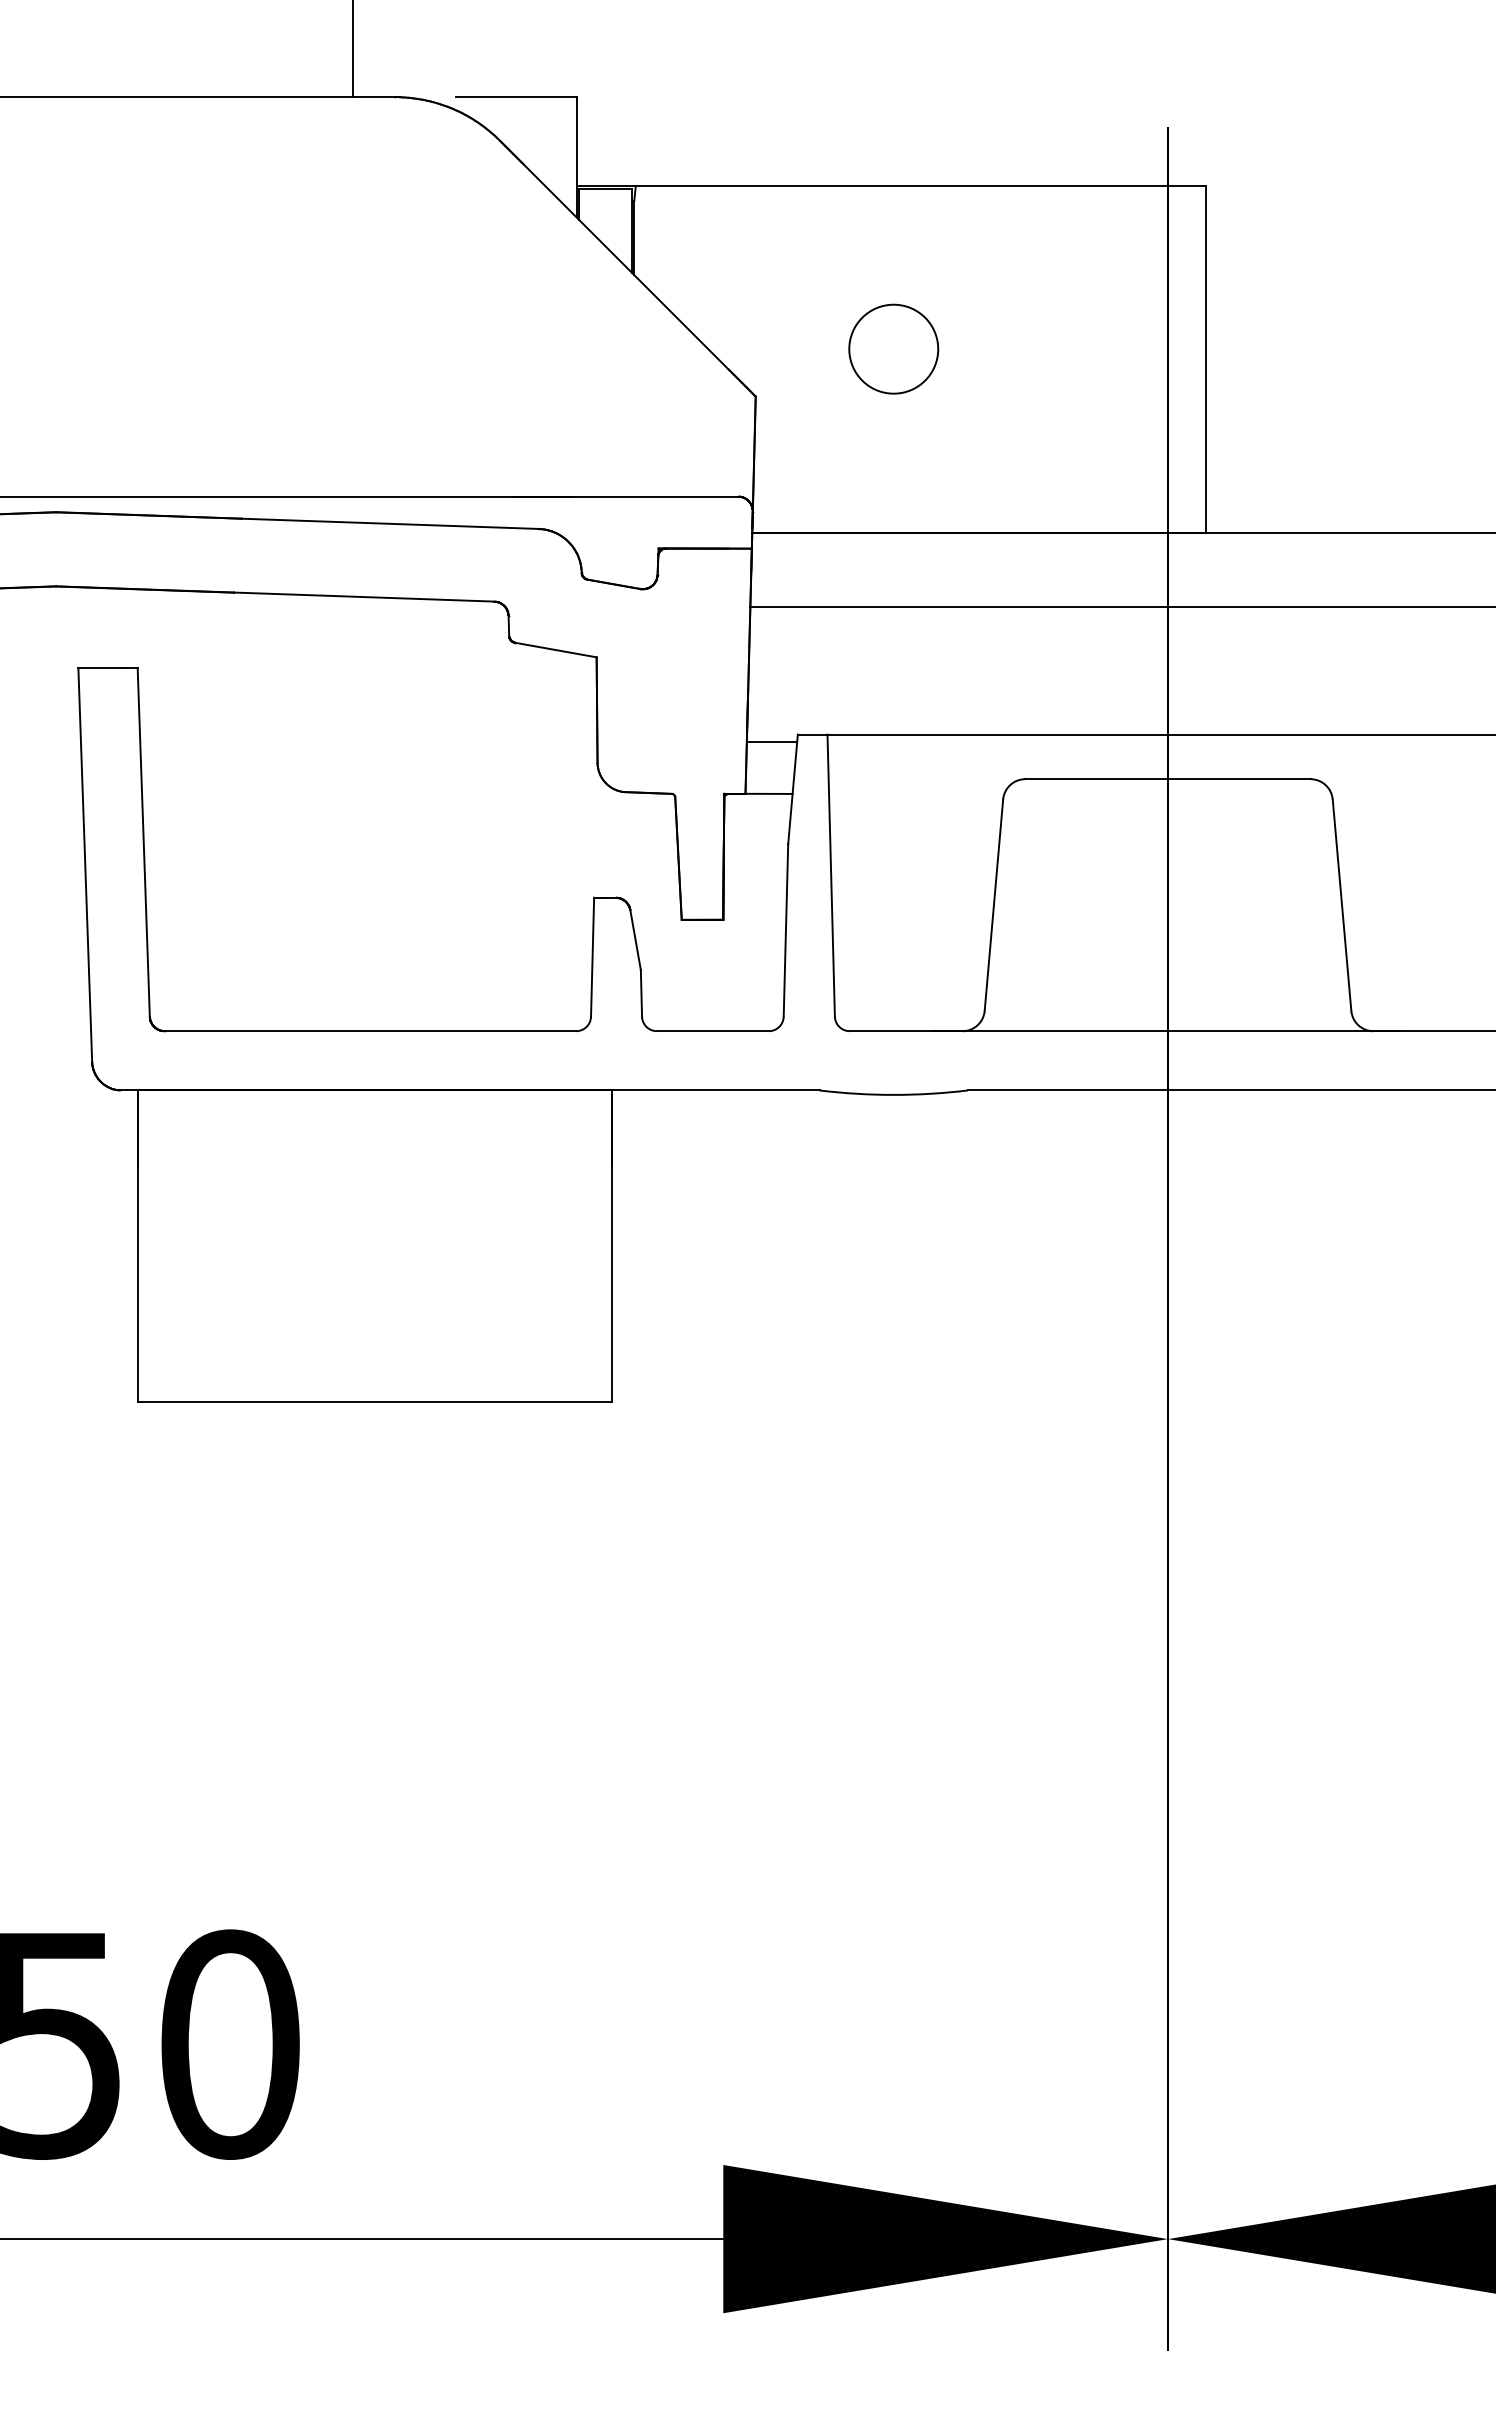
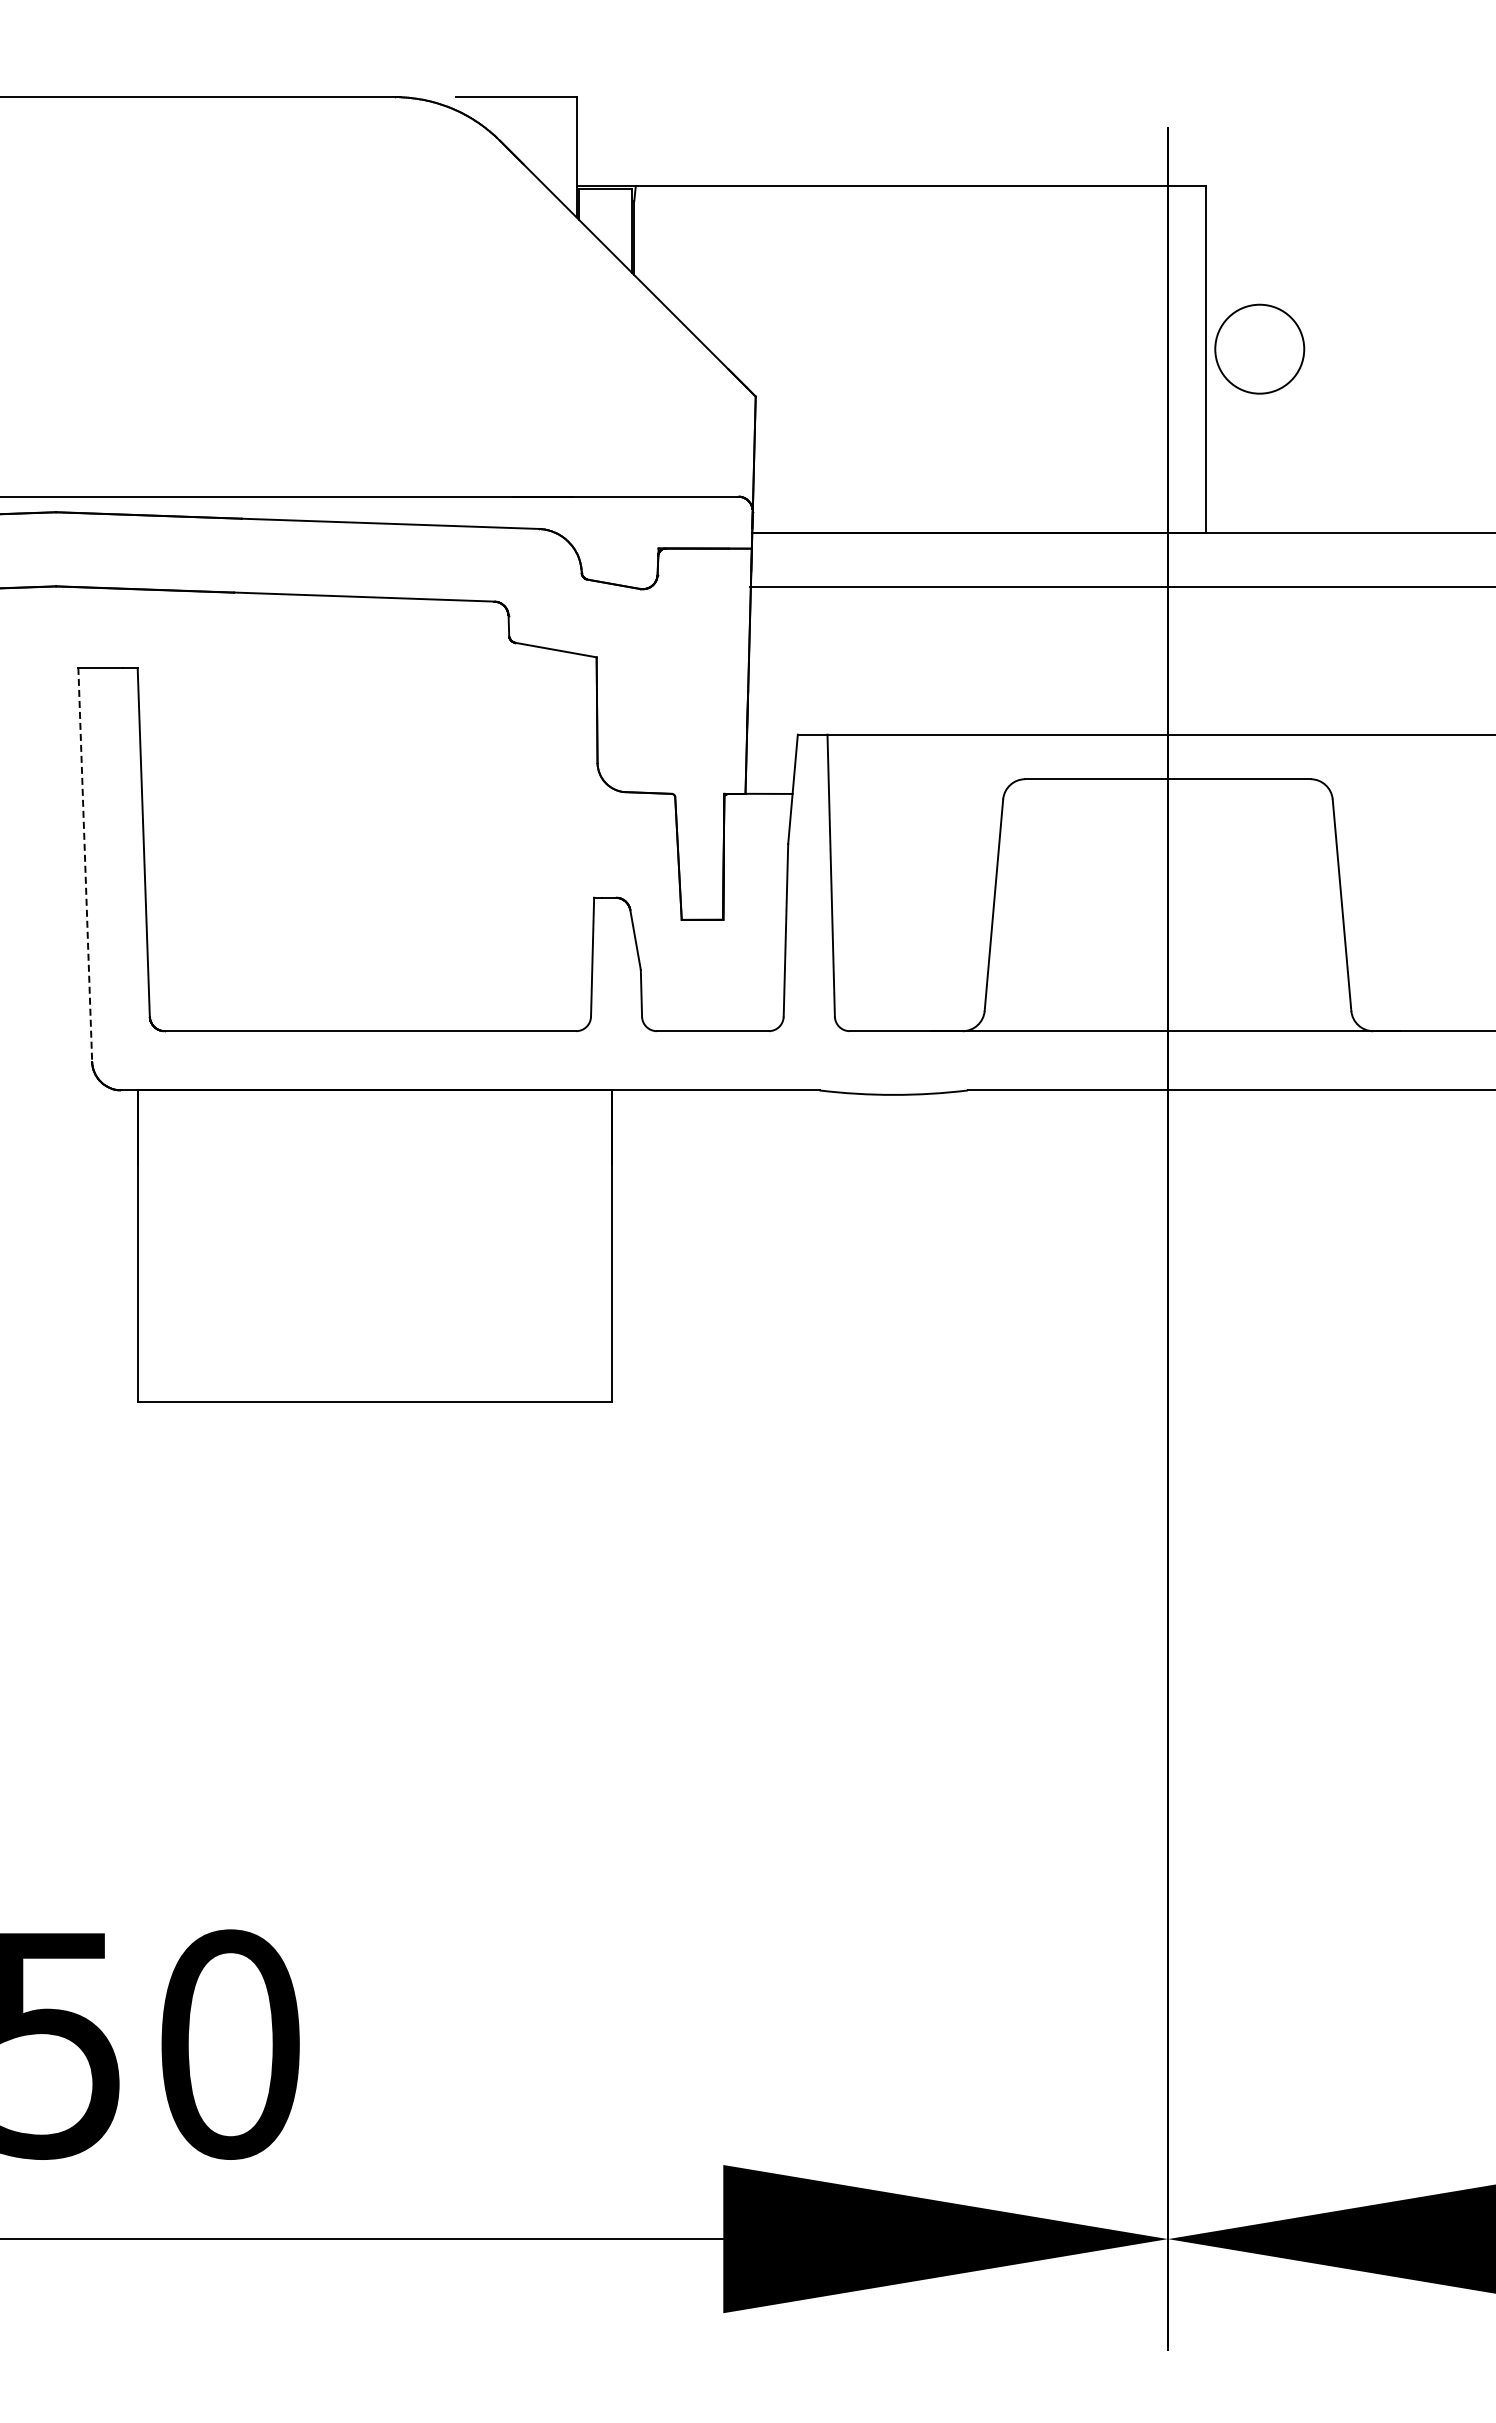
line at (352, 49): present -> none
circle at (893, 348) position: (893, 348) -> (1259, 348)
line at (1121, 606) position: (1121, 606) -> (1121, 586)
line at (771, 742): present -> none
line at (85, 865): solid -> dashed
